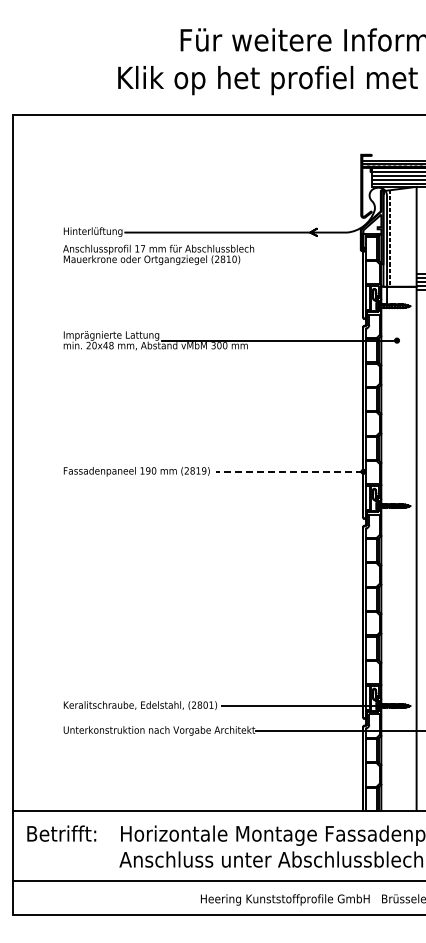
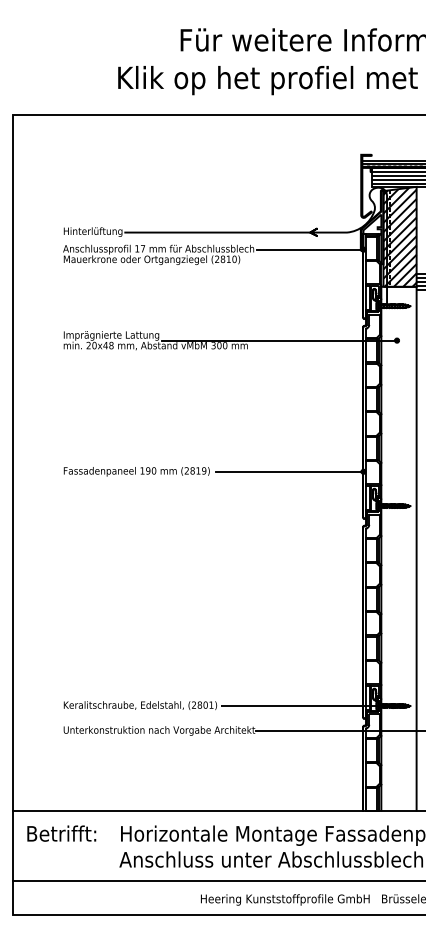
hatch at (399, 236): none -> present
line at (310, 249): none -> present
line at (289, 471): dashed -> solid
